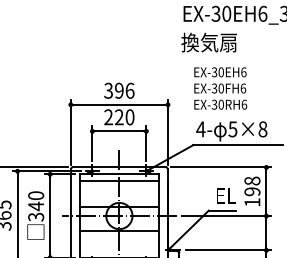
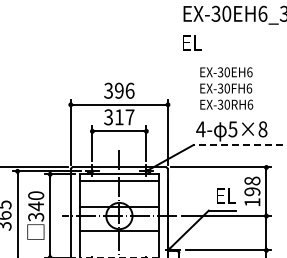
text at (208, 42): 換気扇 -> EL
text at (220, 88) position: (220, 88) -> (226, 88)
text at (119, 117): 220 -> 317
line at (238, 145): solid -> dashed
line at (118, 257): solid -> dashed
